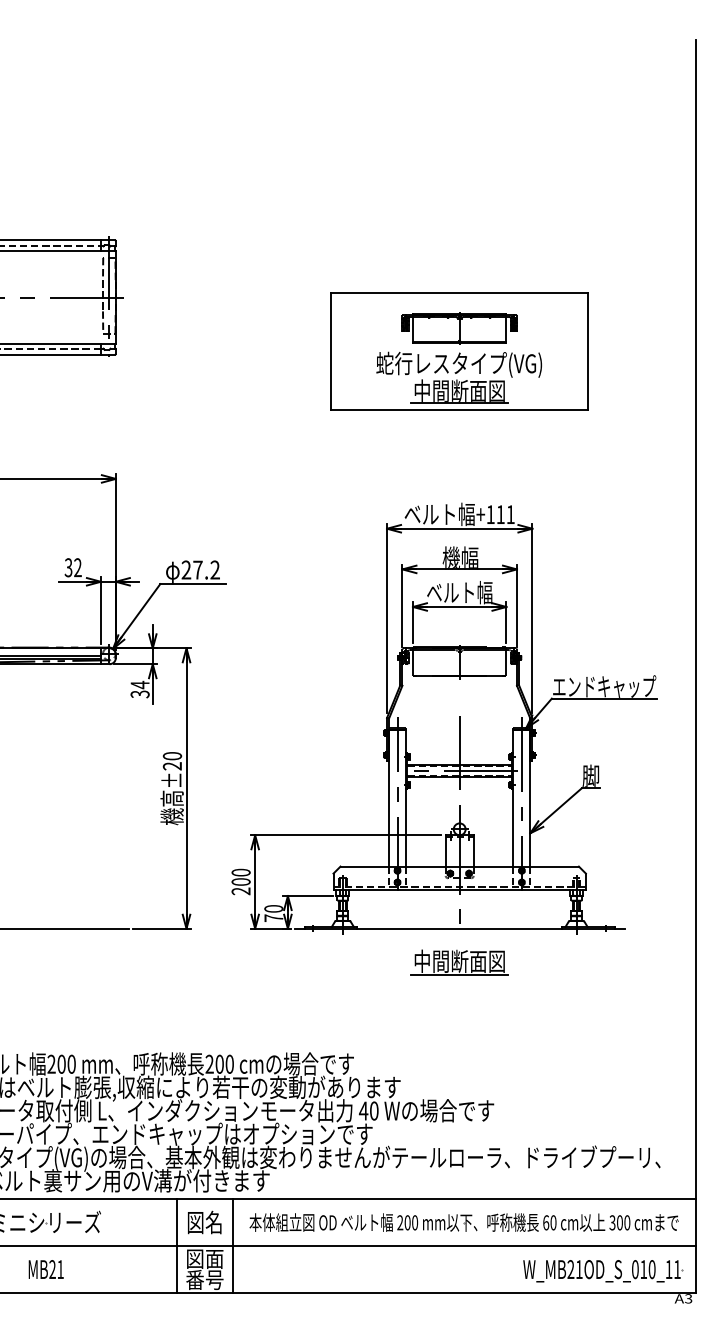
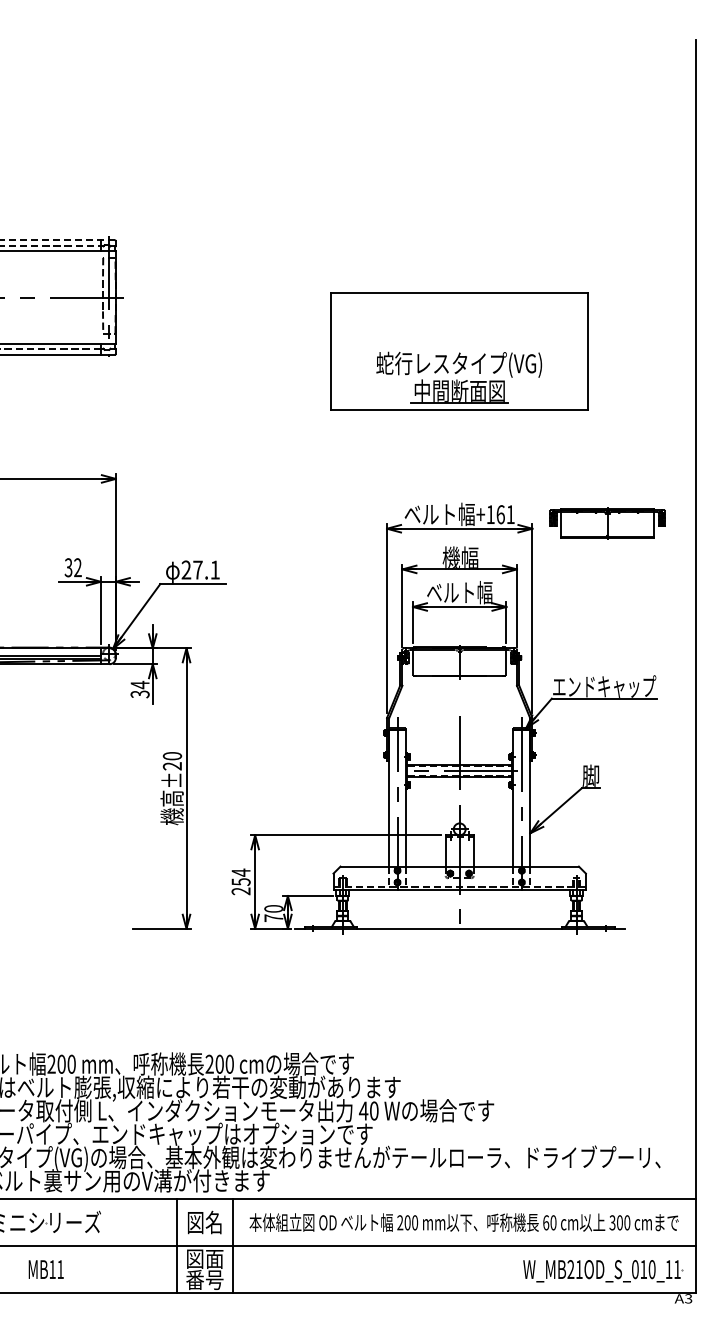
line at (57, 240): solid -> dashed
part at (459, 328) position: (459, 328) -> (607, 523)
text at (500, 514): +111 -> +161
text at (214, 569): 27.2 -> 27.1
text at (240, 876): 200 -> 254
line at (65, 928): present -> none
part at (459, 962): present -> none
text at (52, 1269): MB21 -> MB11
